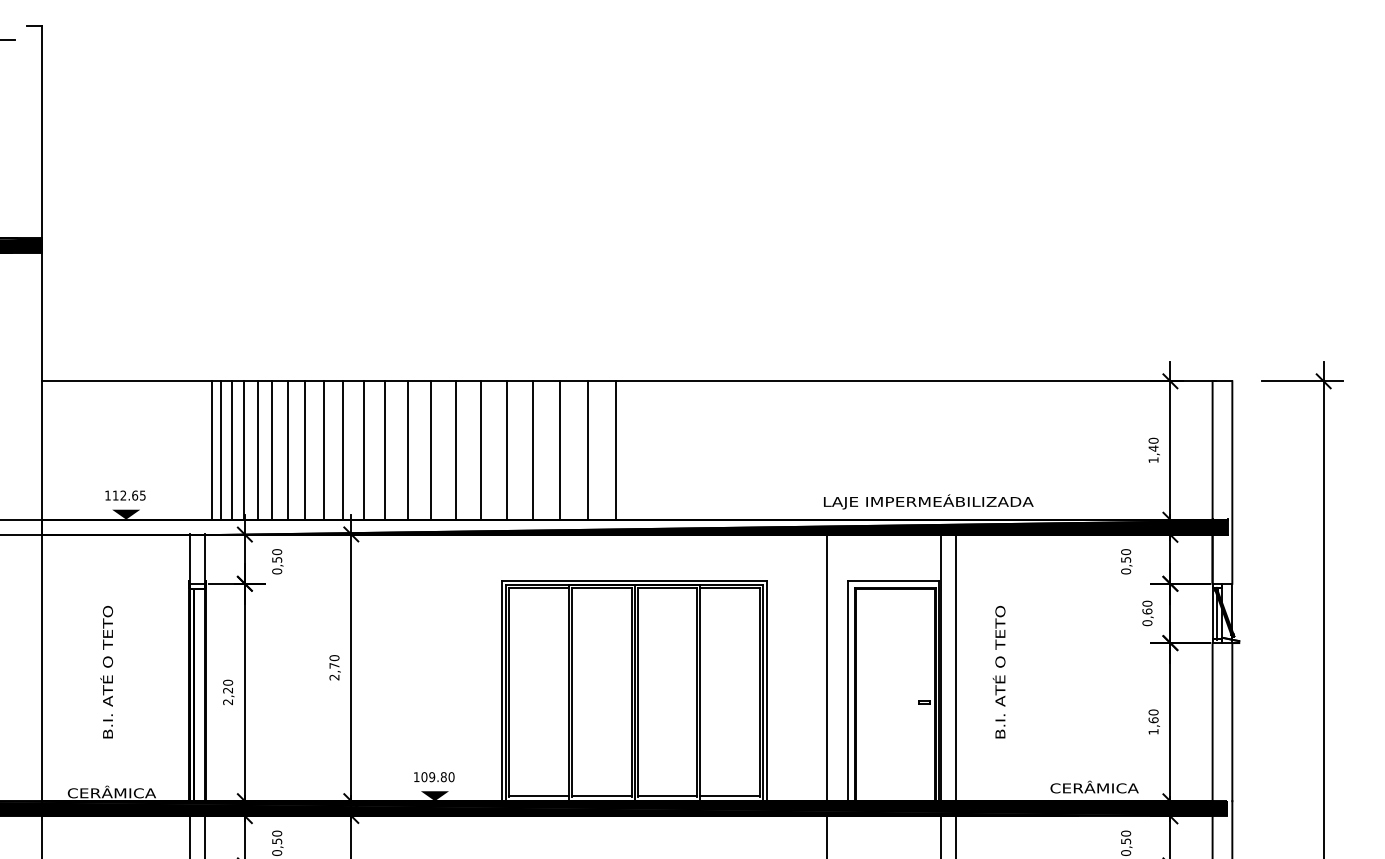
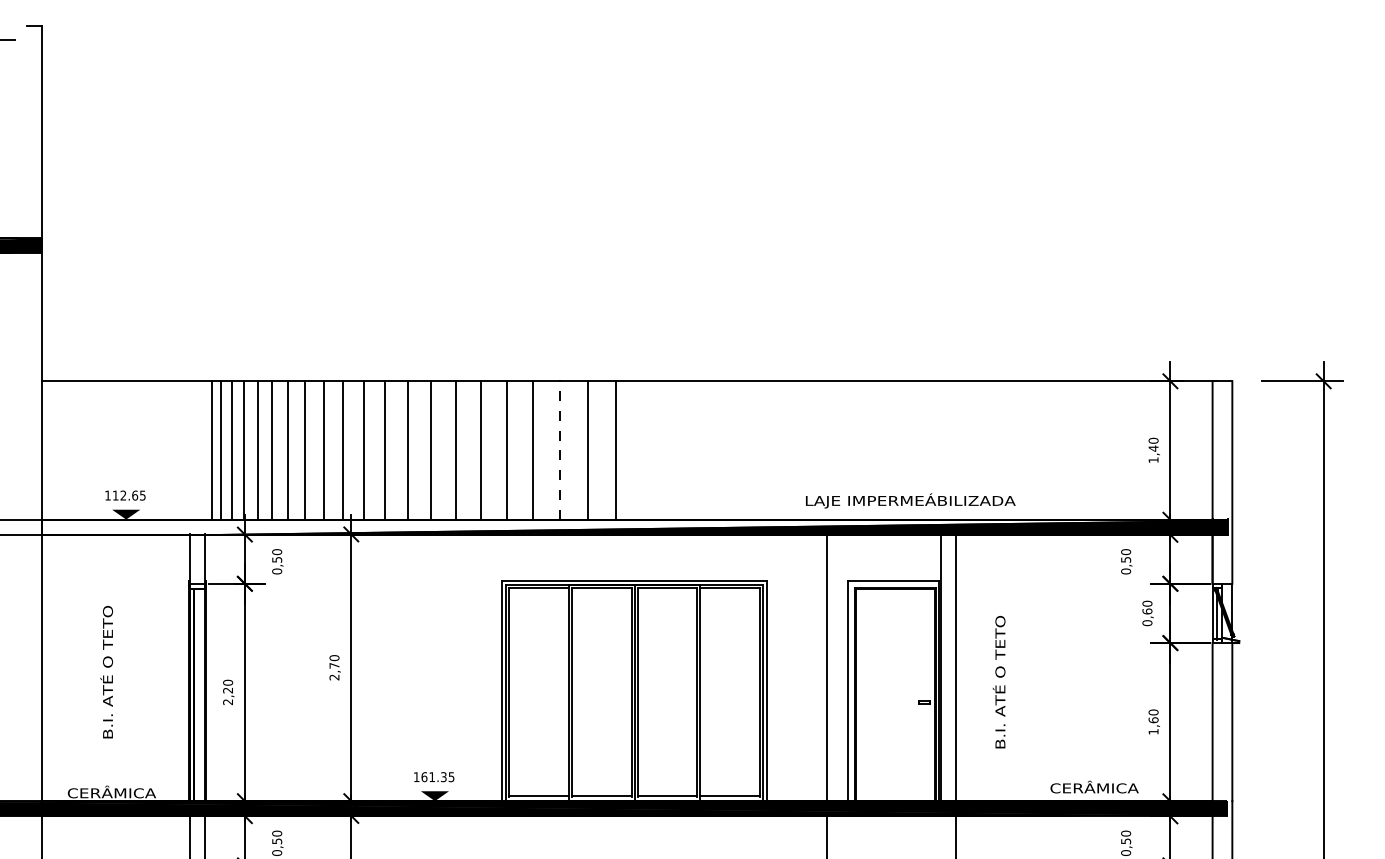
line at (560, 450): solid -> dashed
text at (928, 501) position: (928, 501) -> (910, 500)
text at (998, 672) position: (998, 672) -> (998, 682)
text at (437, 777): 109.80 -> 161.35
line at (940, 835): present -> none
